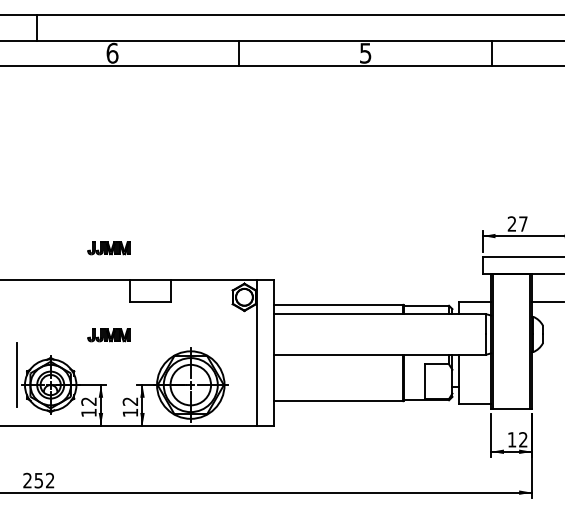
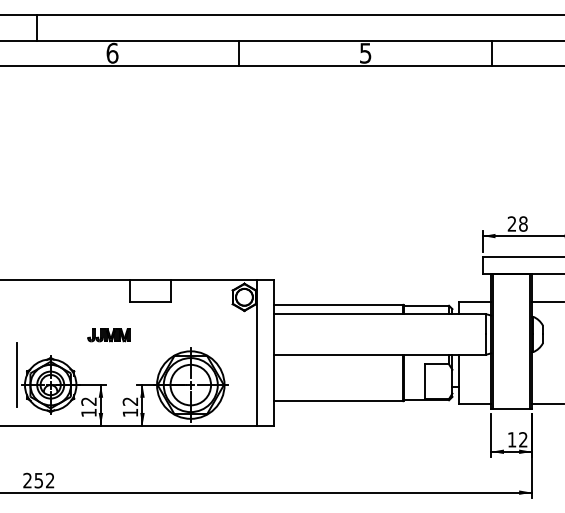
text at (523, 223): 27 -> 28
part at (108, 248): present -> none
line at (546, 403): none -> present
